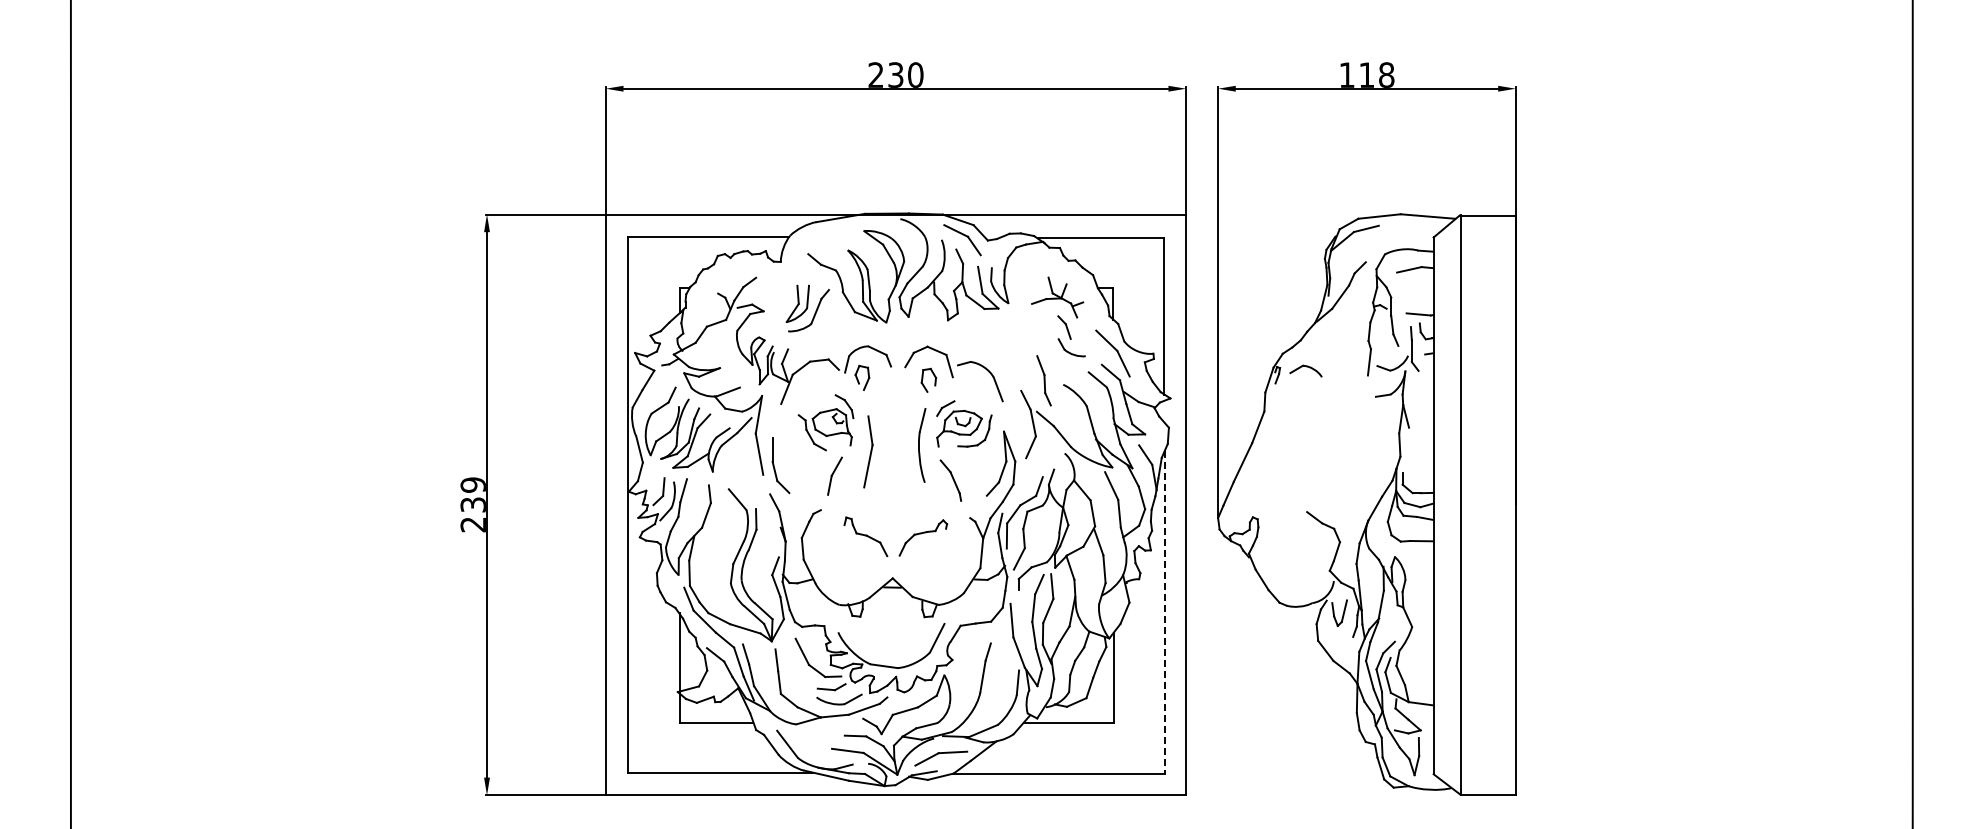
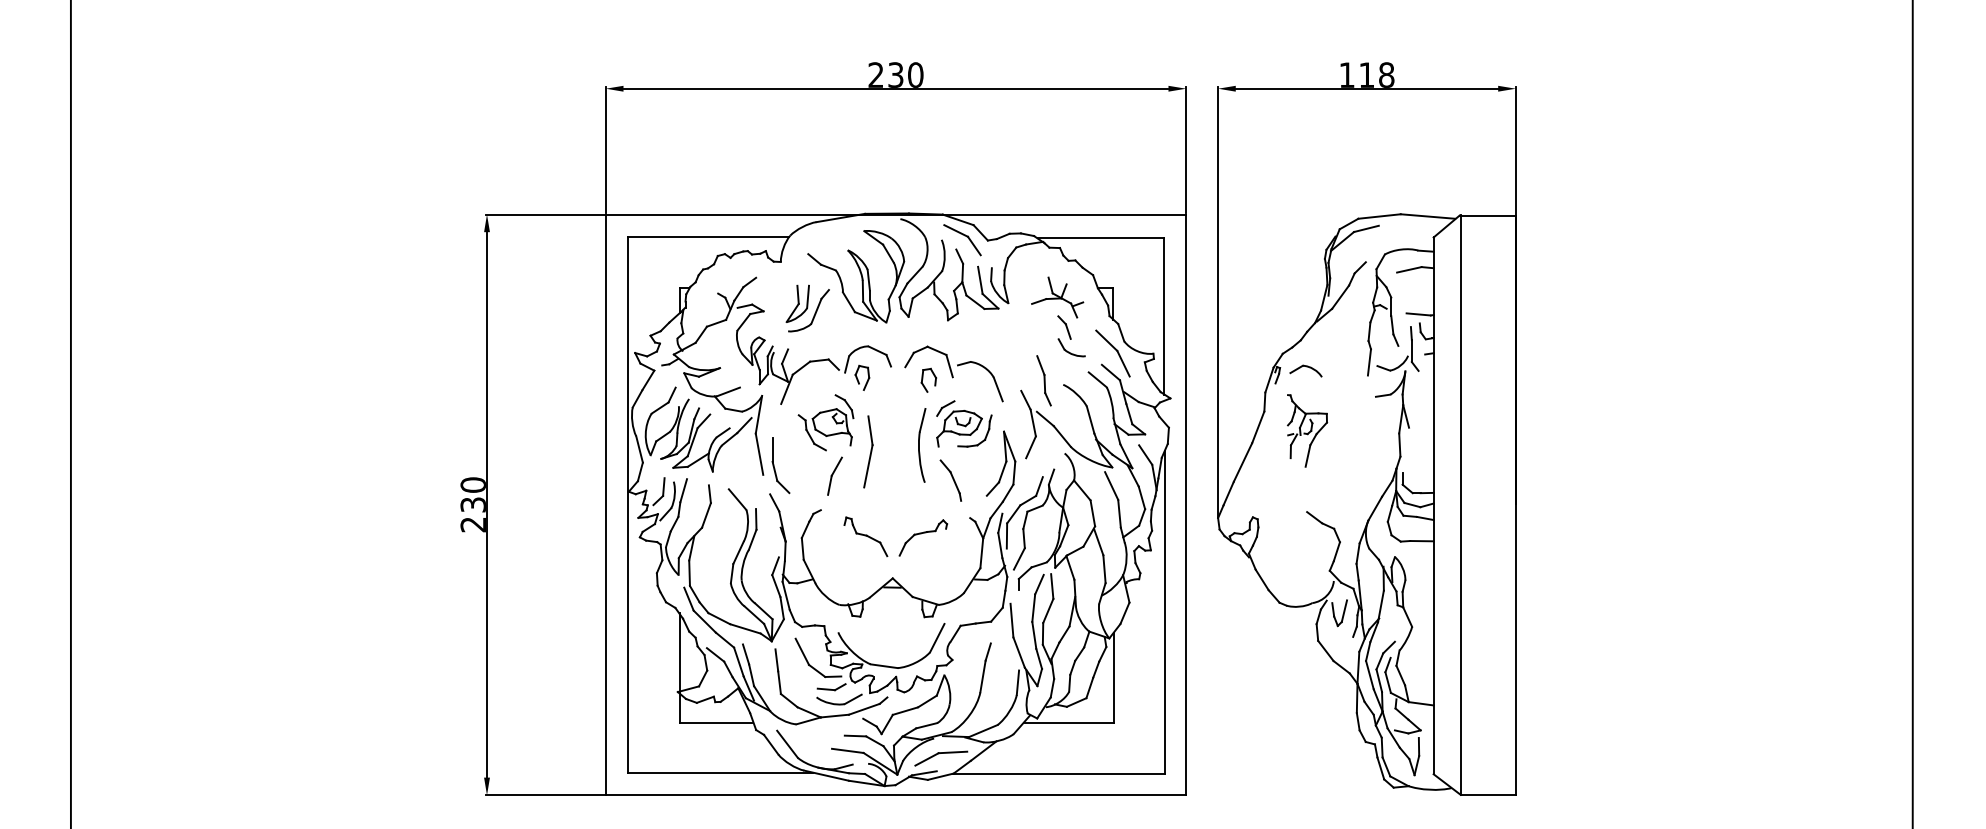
part at (1307, 430): none -> present
text at (472, 484): 239 -> 230
line at (1164, 612): dashed -> solid
